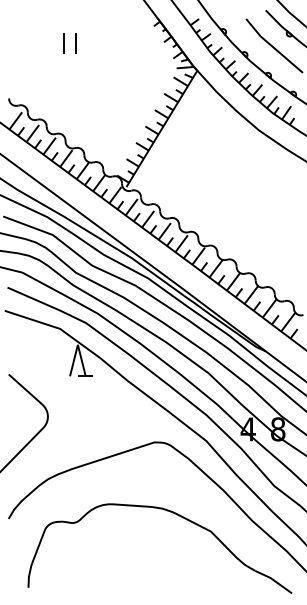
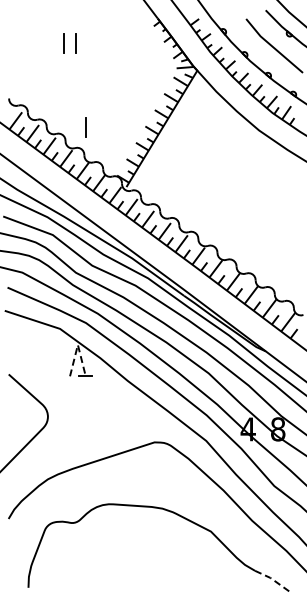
line at (85, 127): none -> present
line at (77, 344): solid -> dashed
line at (274, 580): solid -> dashed
